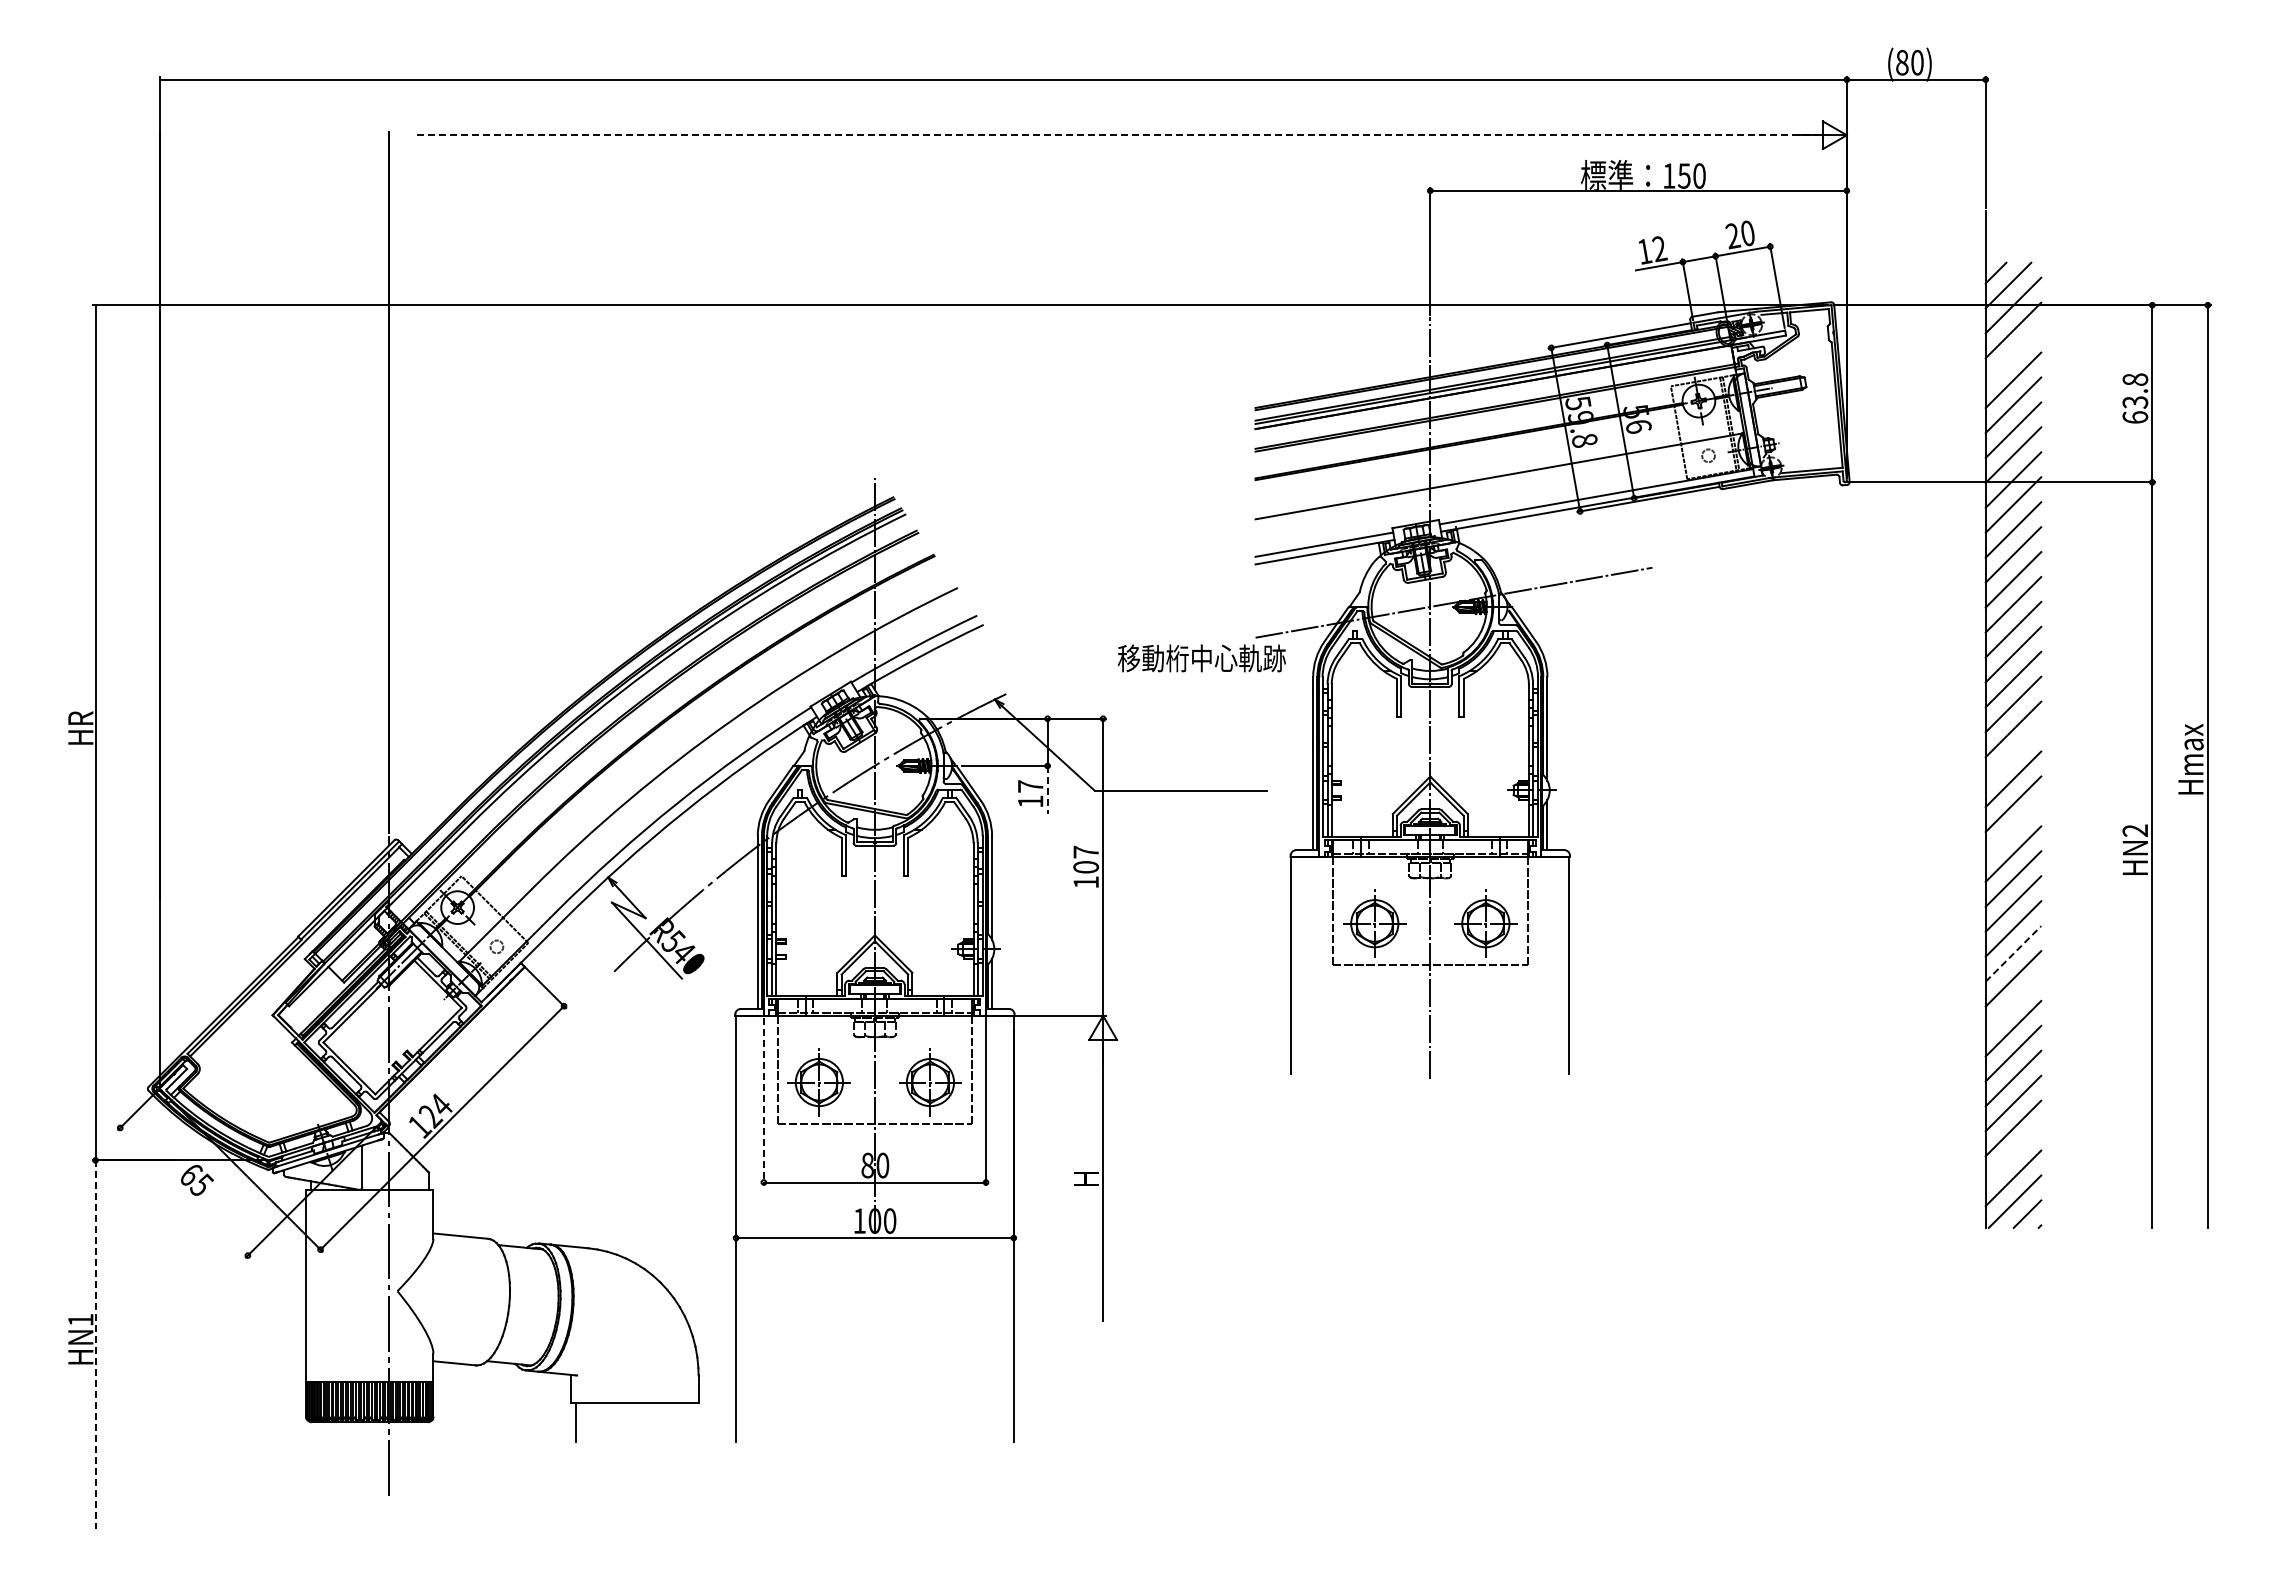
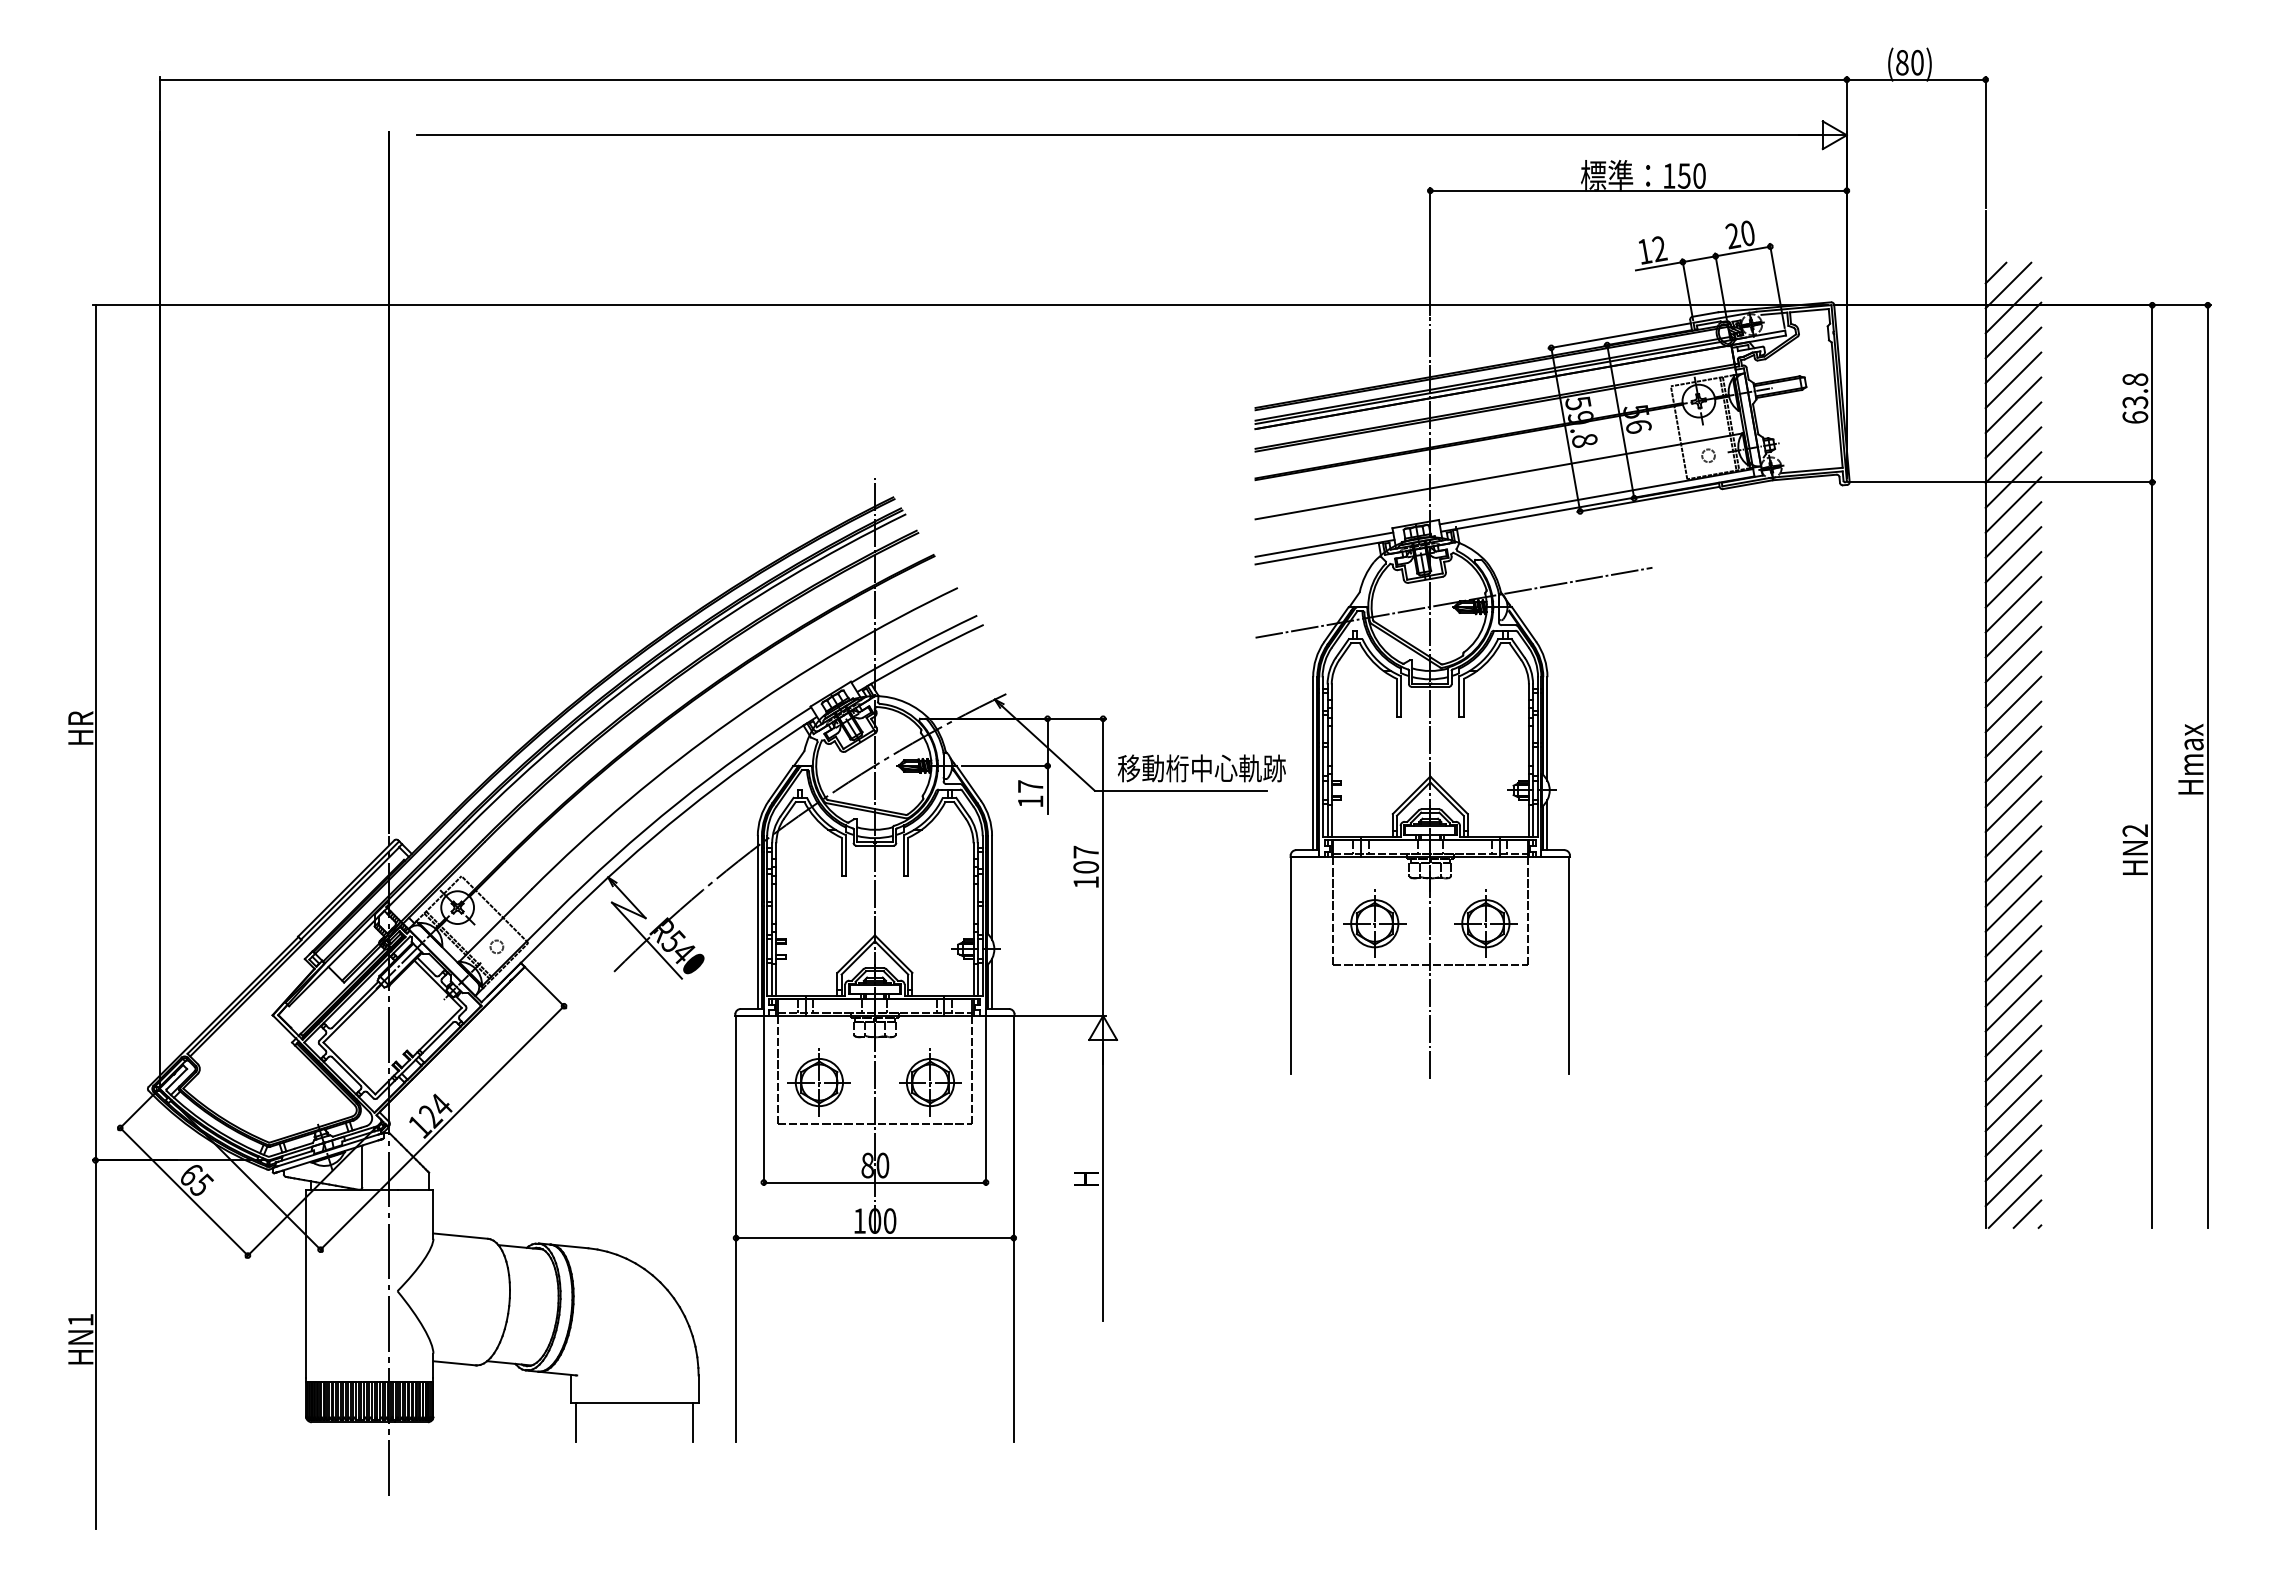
line at (1118, 135): dashed -> solid
line at (2013, 355): none -> present
text at (1201, 658) position: (1201, 658) -> (1201, 768)
line at (2013, 754): none -> present
line at (1047, 789): dashed -> solid
line at (2013, 828): none -> present
line at (2013, 953): dashed -> solid
line at (2013, 1003): none -> present
line at (763, 1101): dashed -> solid
line at (2013, 1153): none -> present
line at (183, 1191): none -> present
line at (95, 1344): dashed -> solid
line at (693, 1422): none -> present
